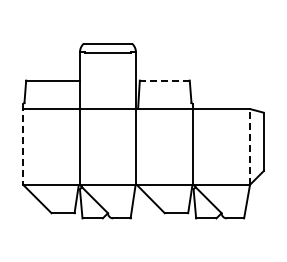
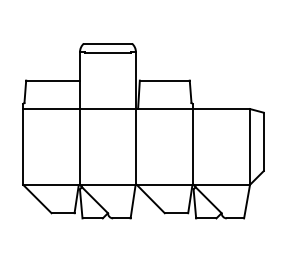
line at (164, 80): dashed -> solid
line at (23, 144): dashed -> solid
line at (250, 146): dashed -> solid
